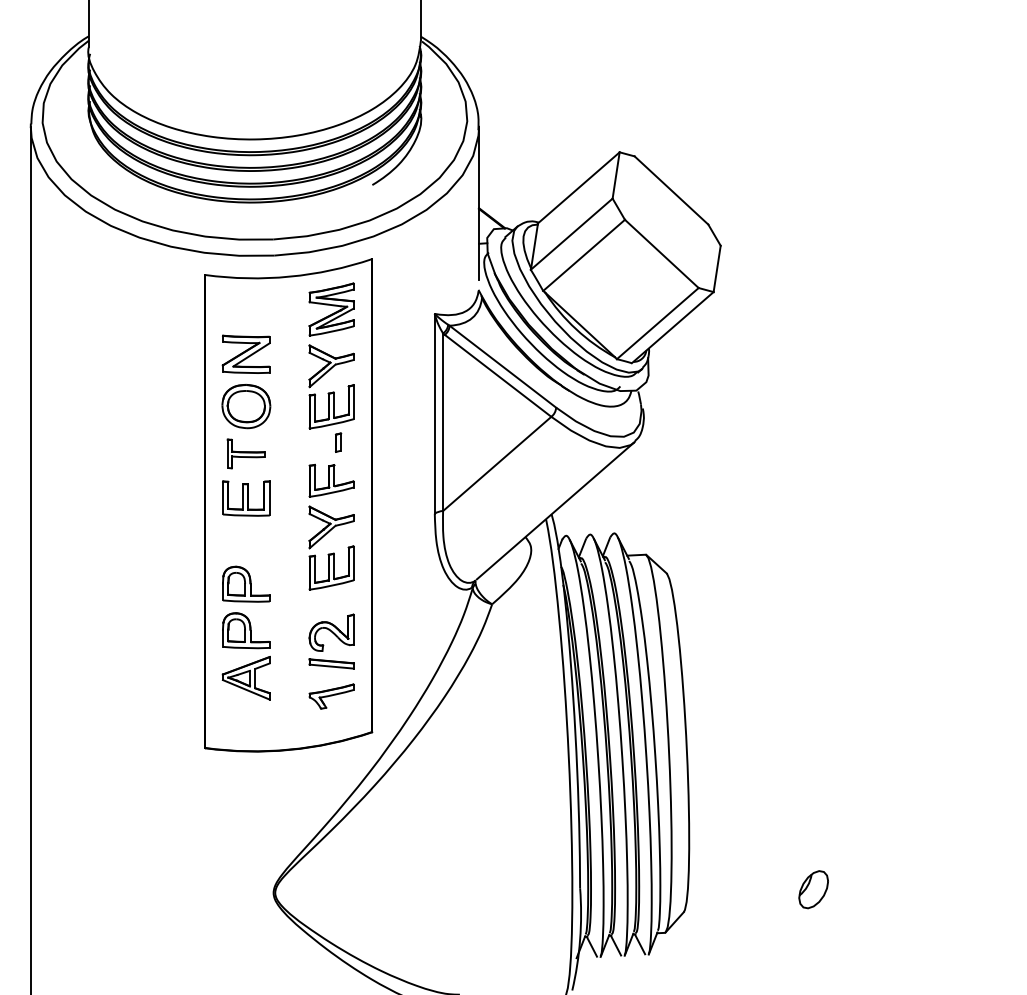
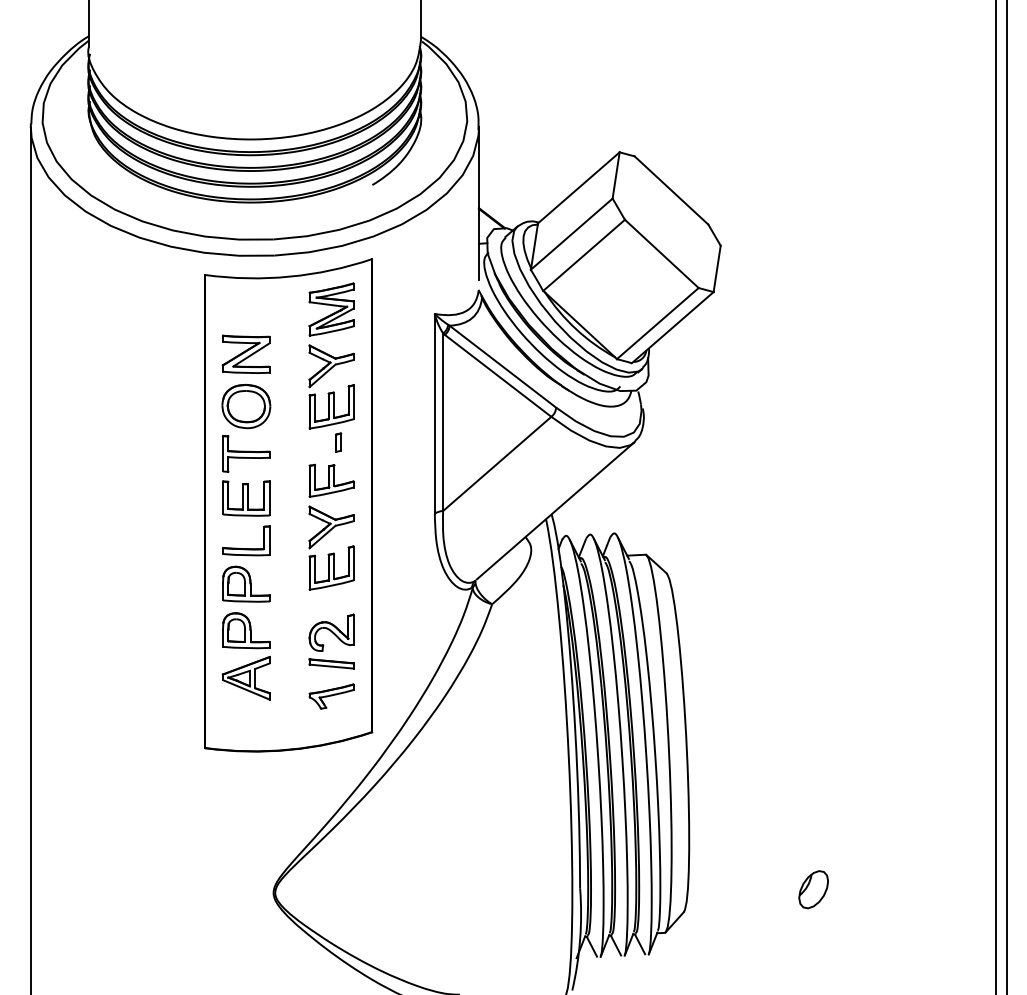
part at (245, 453) size: 40x32 px -> 49x38 px
line at (996, 496): none -> present
line at (1006, 496): none -> present
part at (246, 548): none -> present
